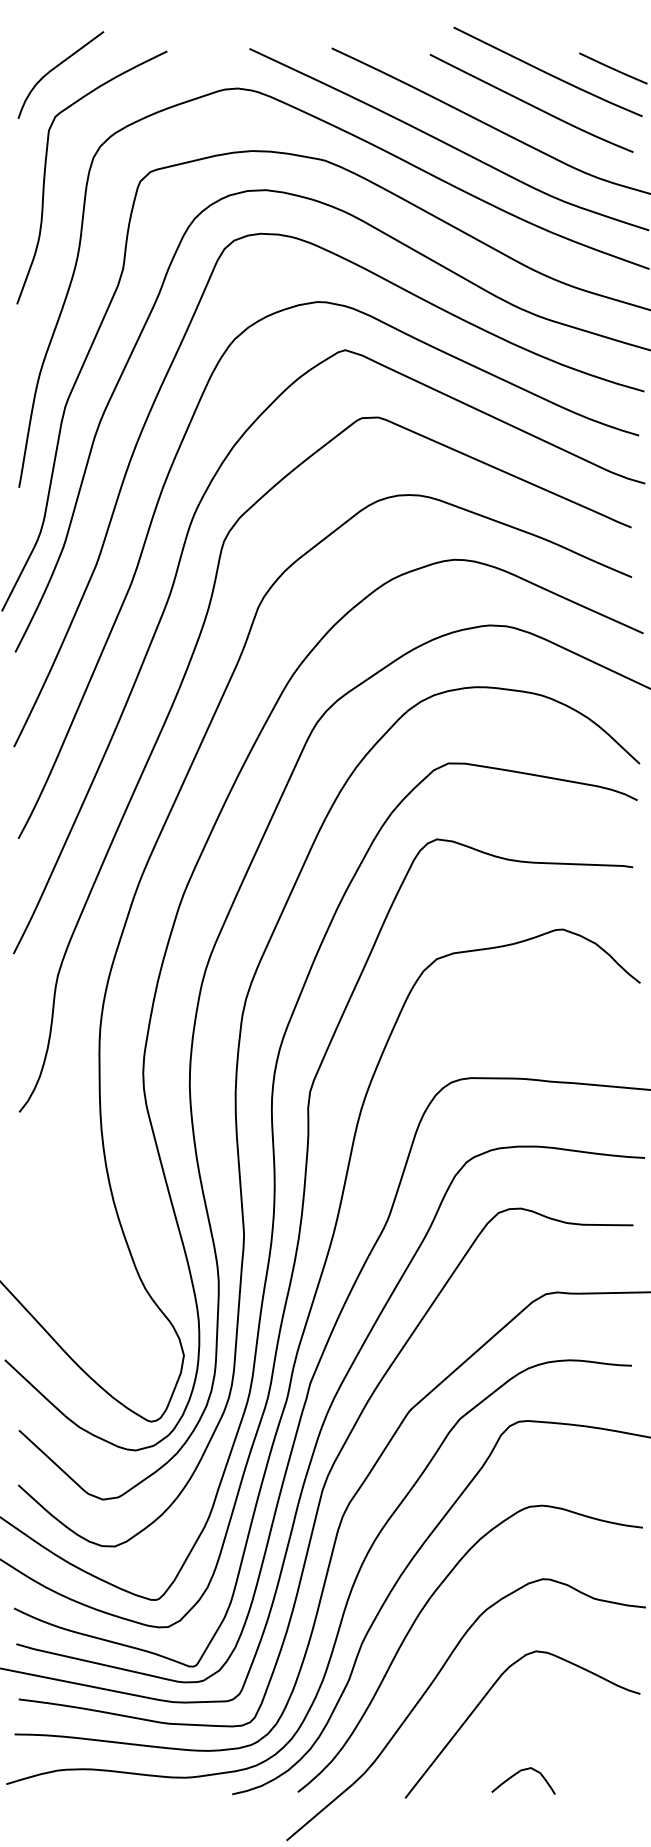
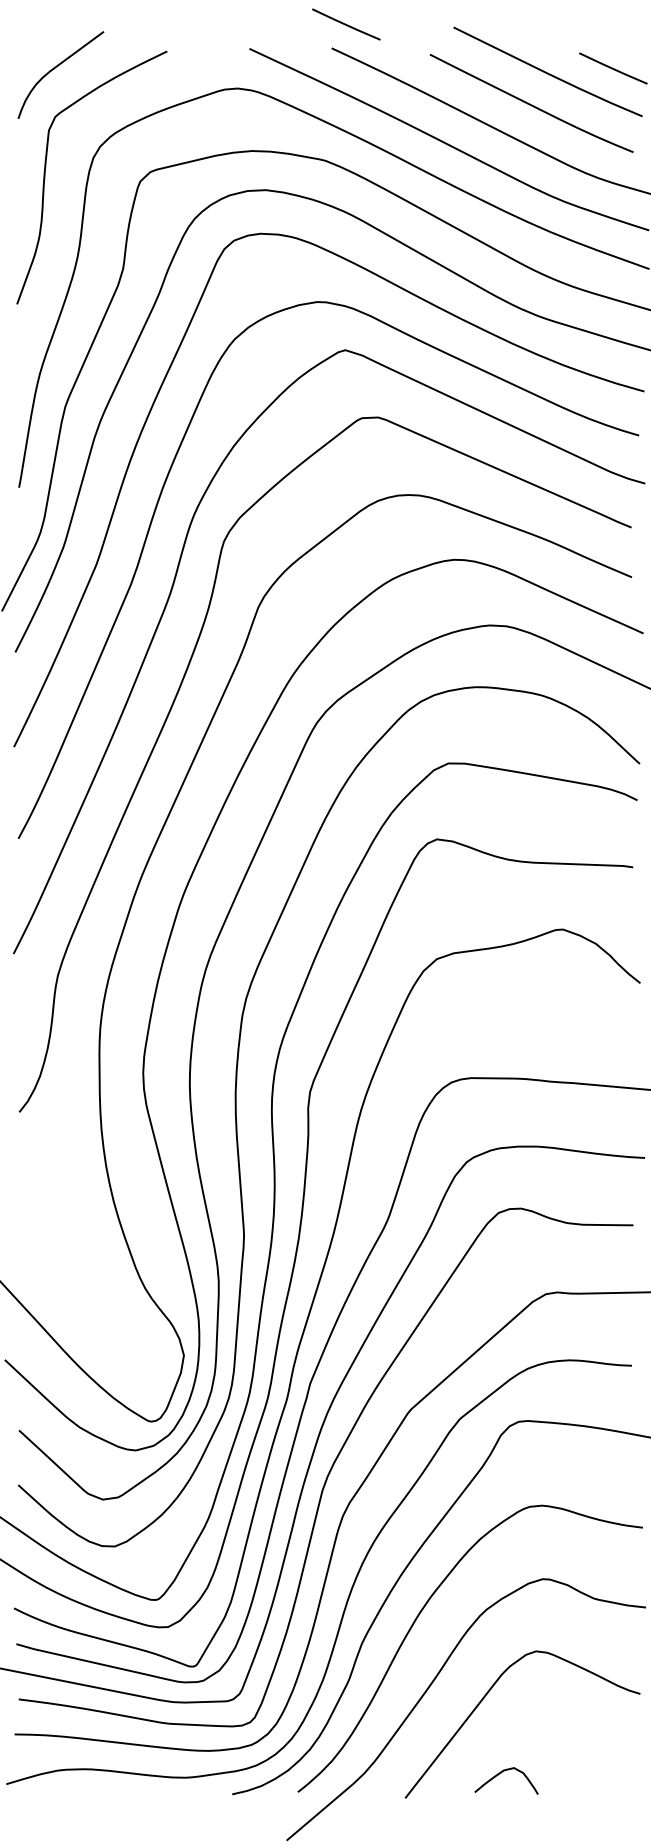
line at (346, 24): none -> present
curve at (518, 1773) position: (518, 1773) -> (501, 1773)
